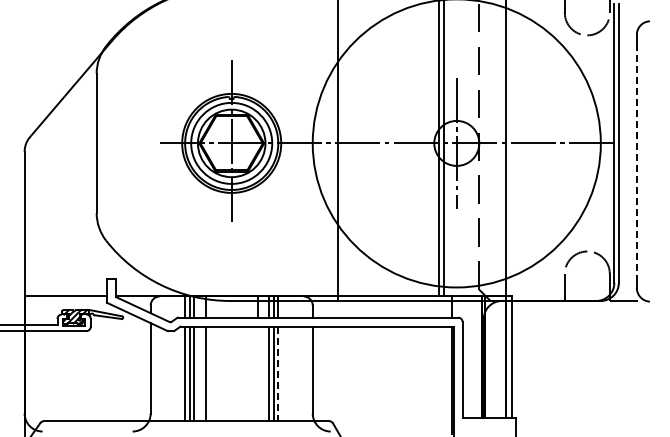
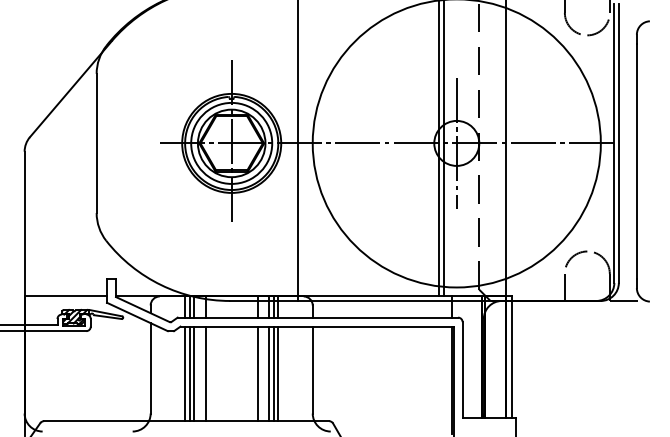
line at (338, 151) position: (338, 151) -> (298, 151)
line at (636, 161): dashed -> solid
line at (257, 373): none -> present
line at (278, 374): dashed -> solid
